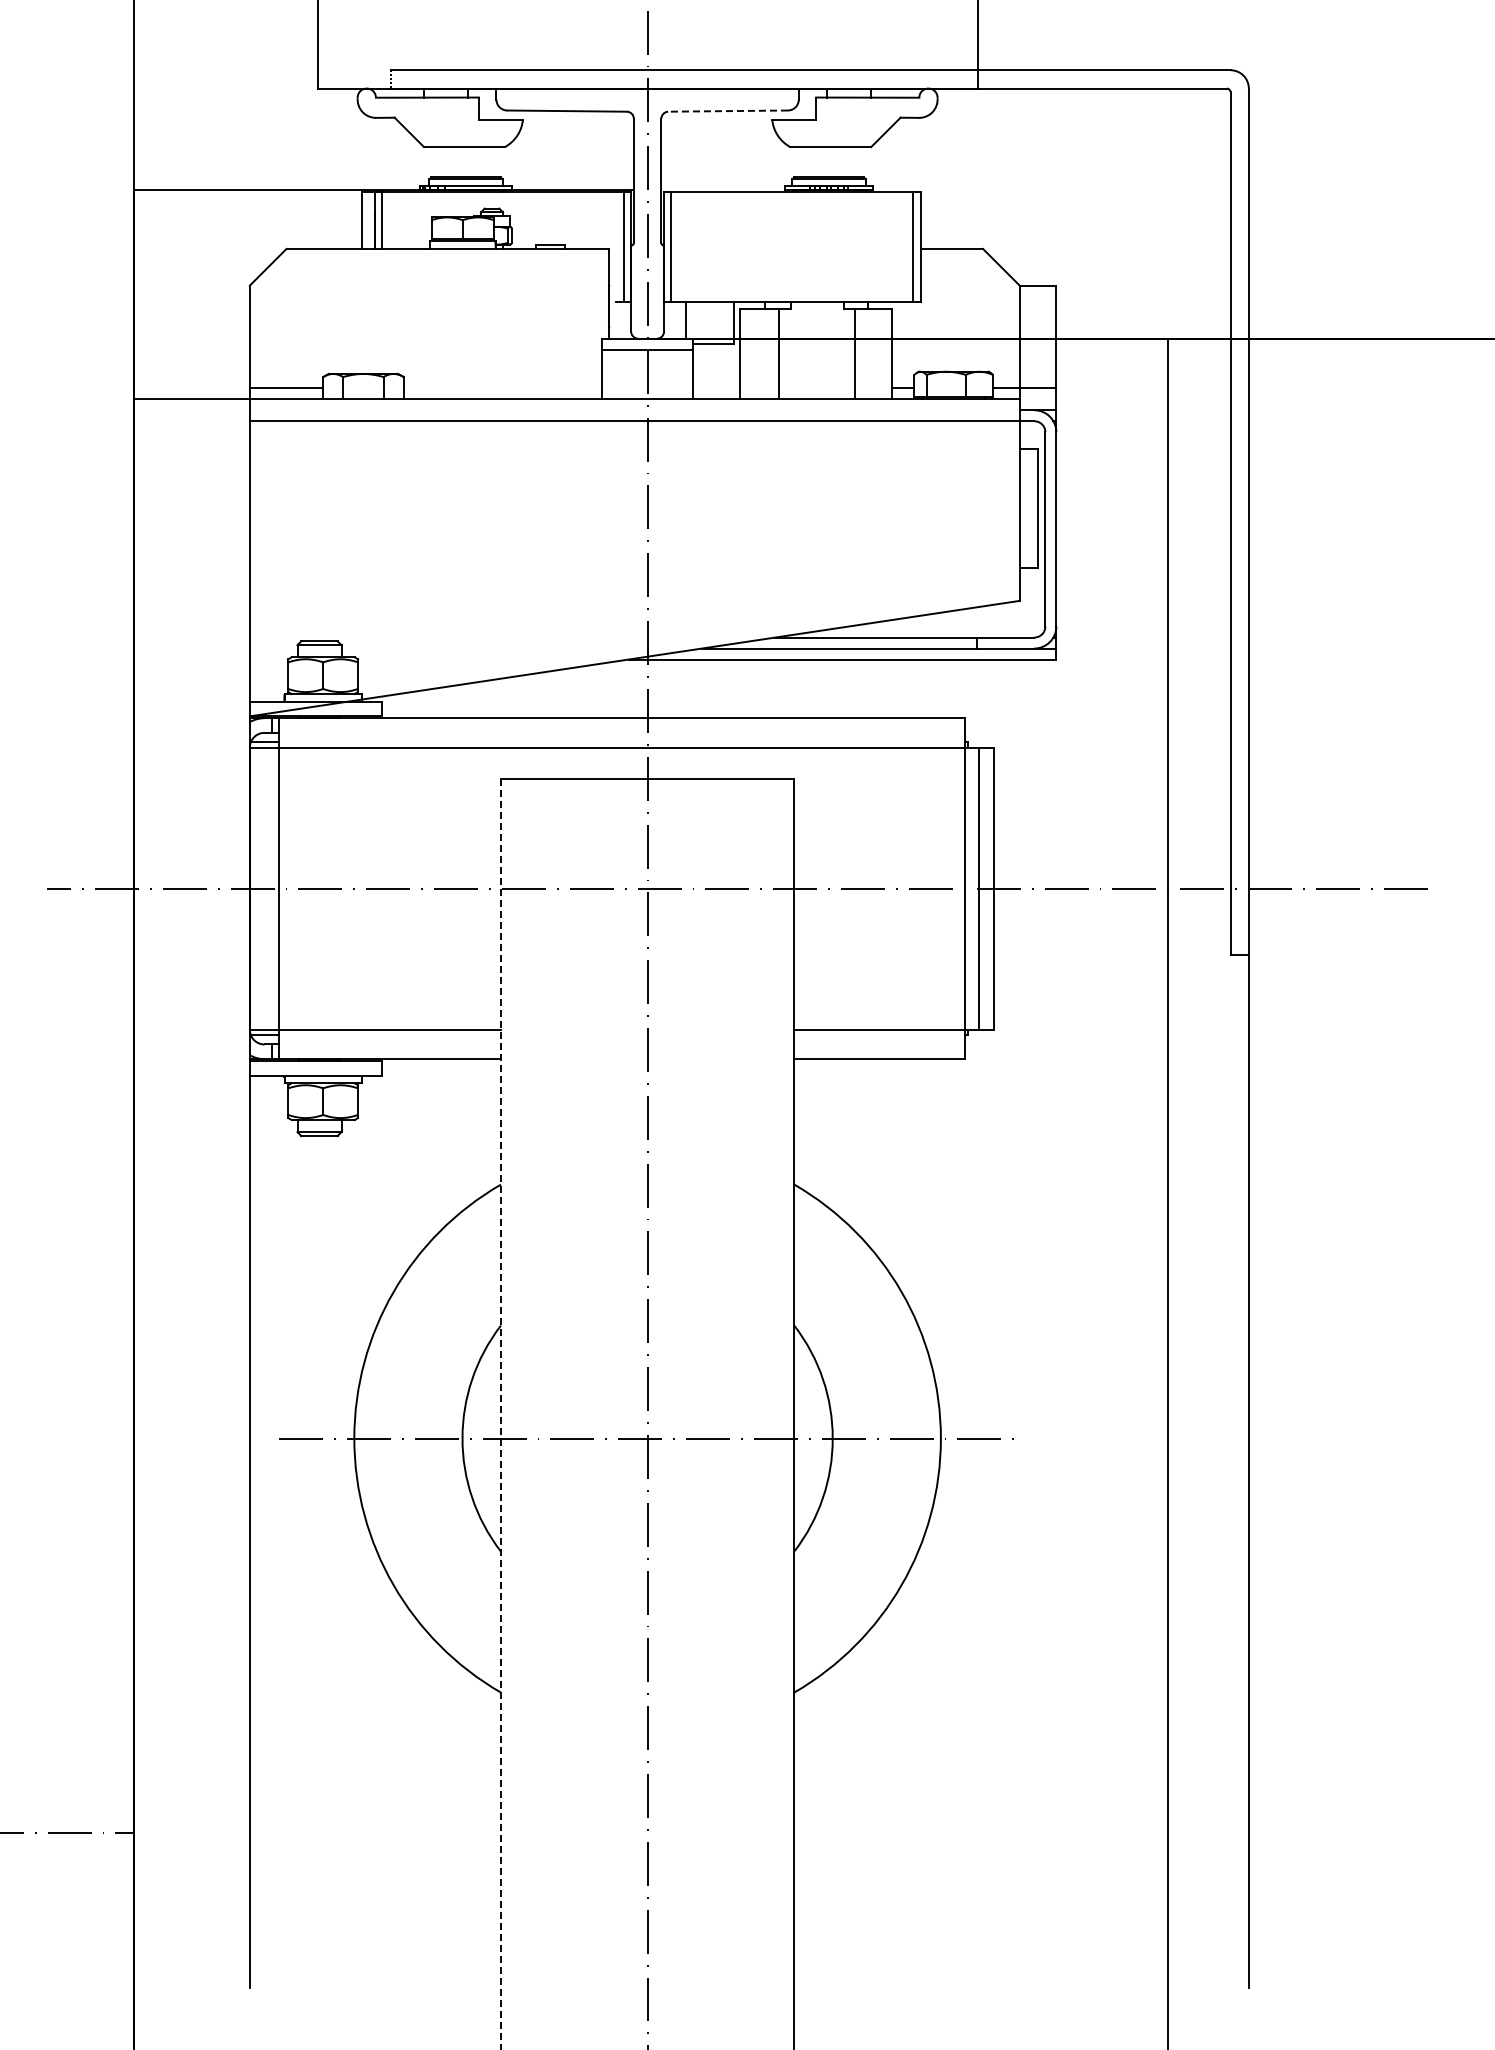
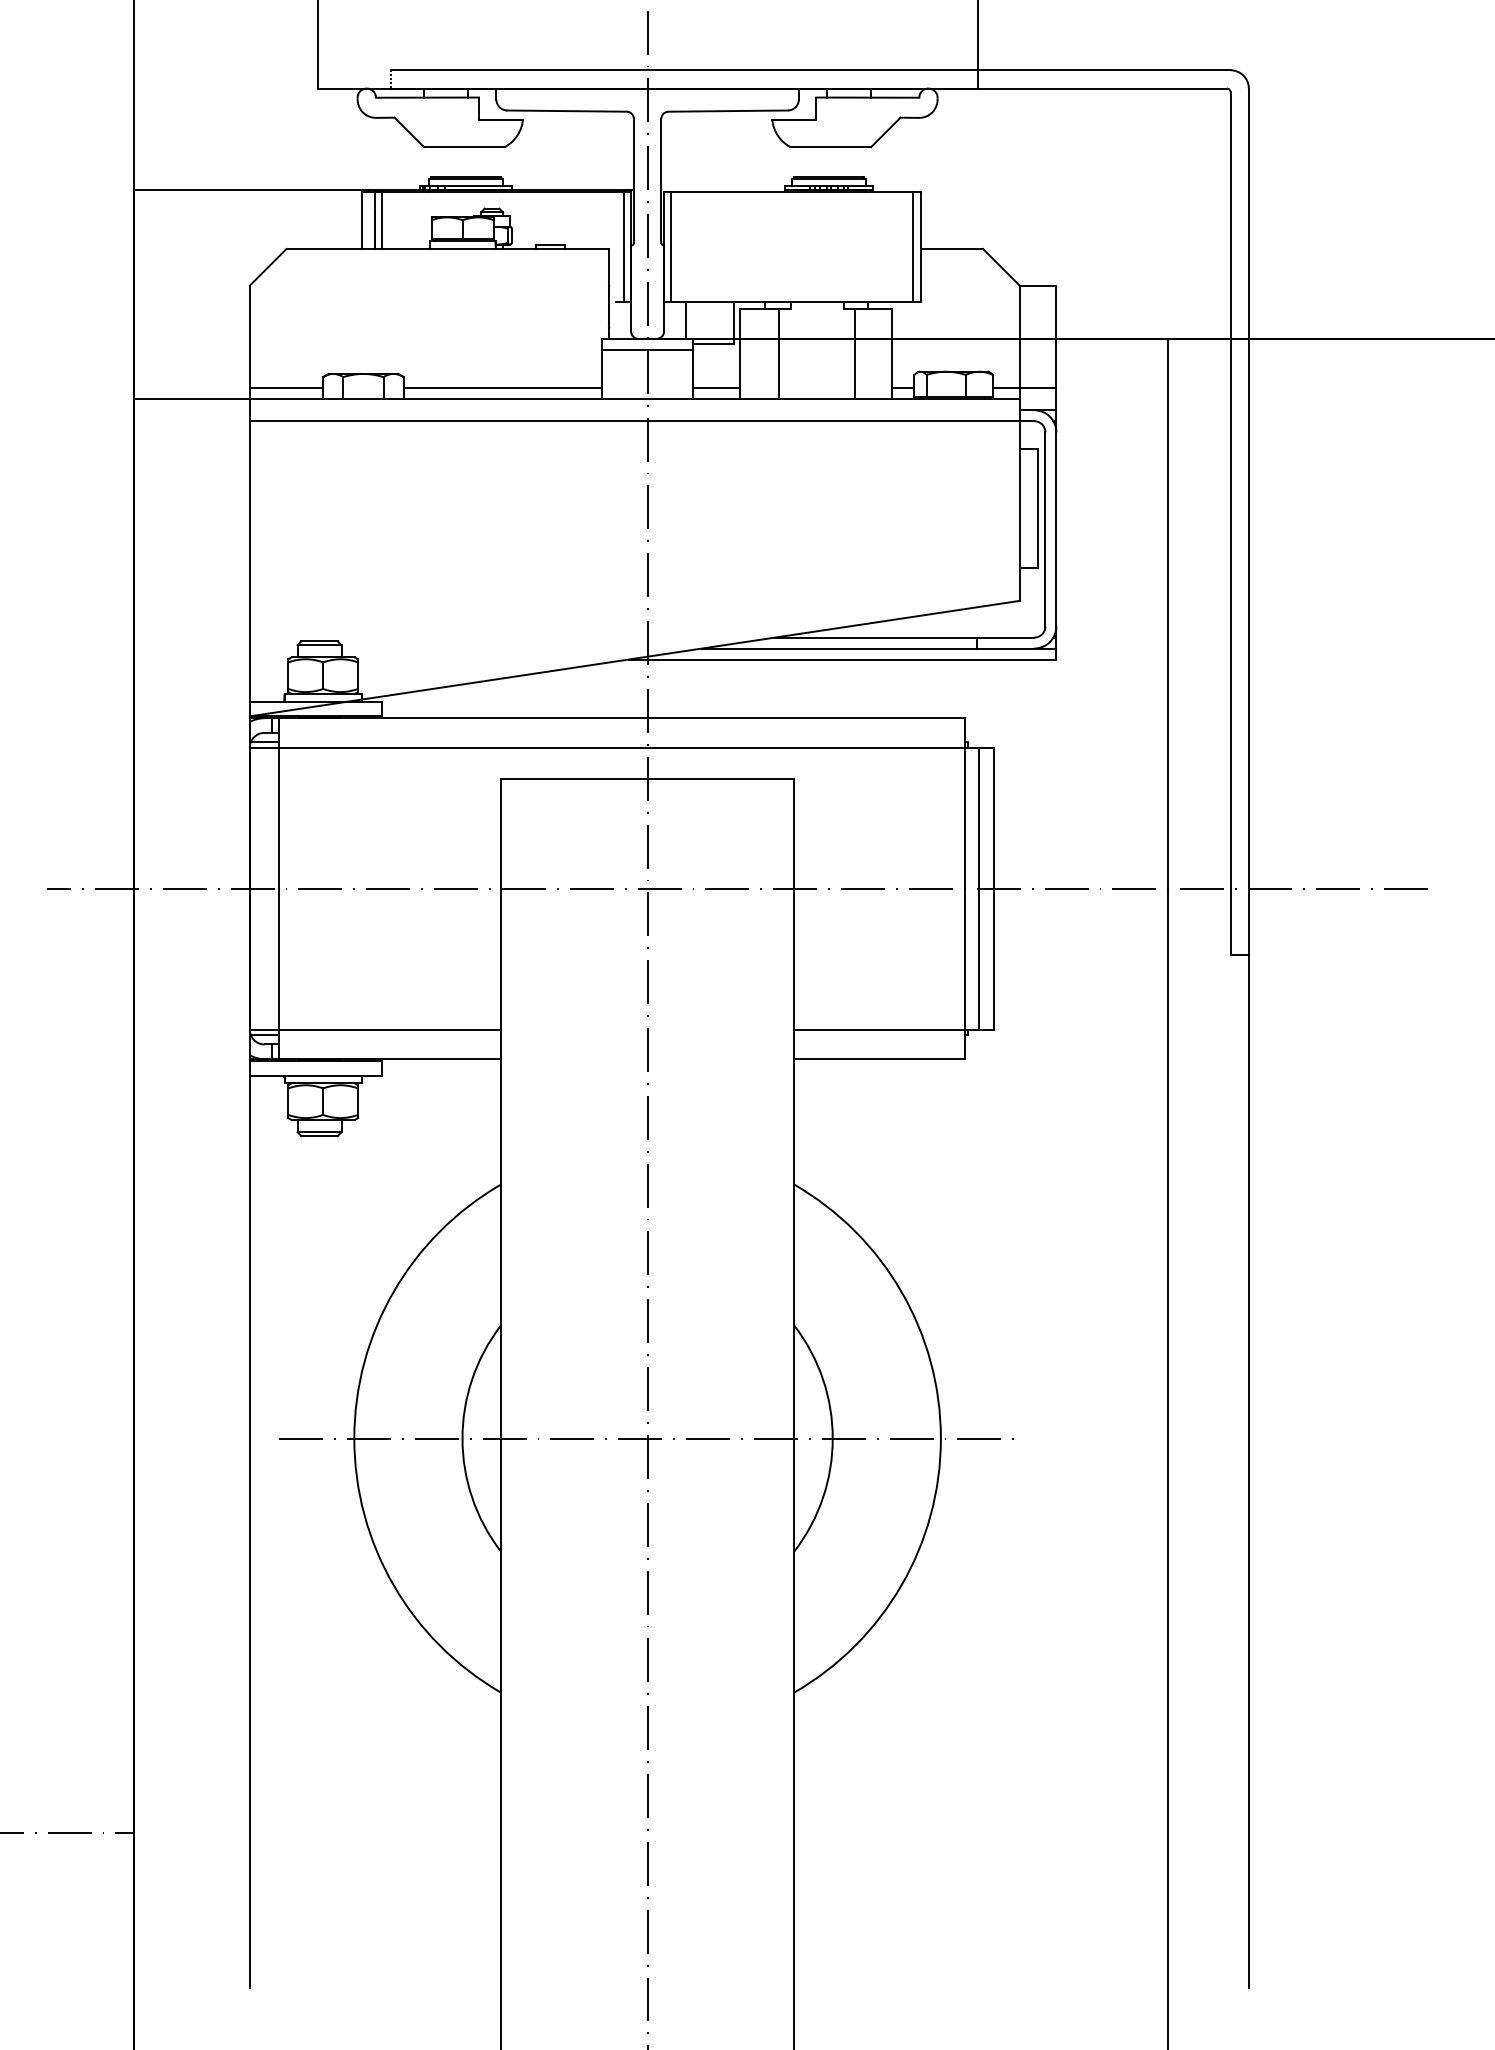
line at (728, 111): dashed -> solid
line at (502, 388): none -> present
line at (716, 388): none -> present
line at (500, 1414): dashed -> solid
